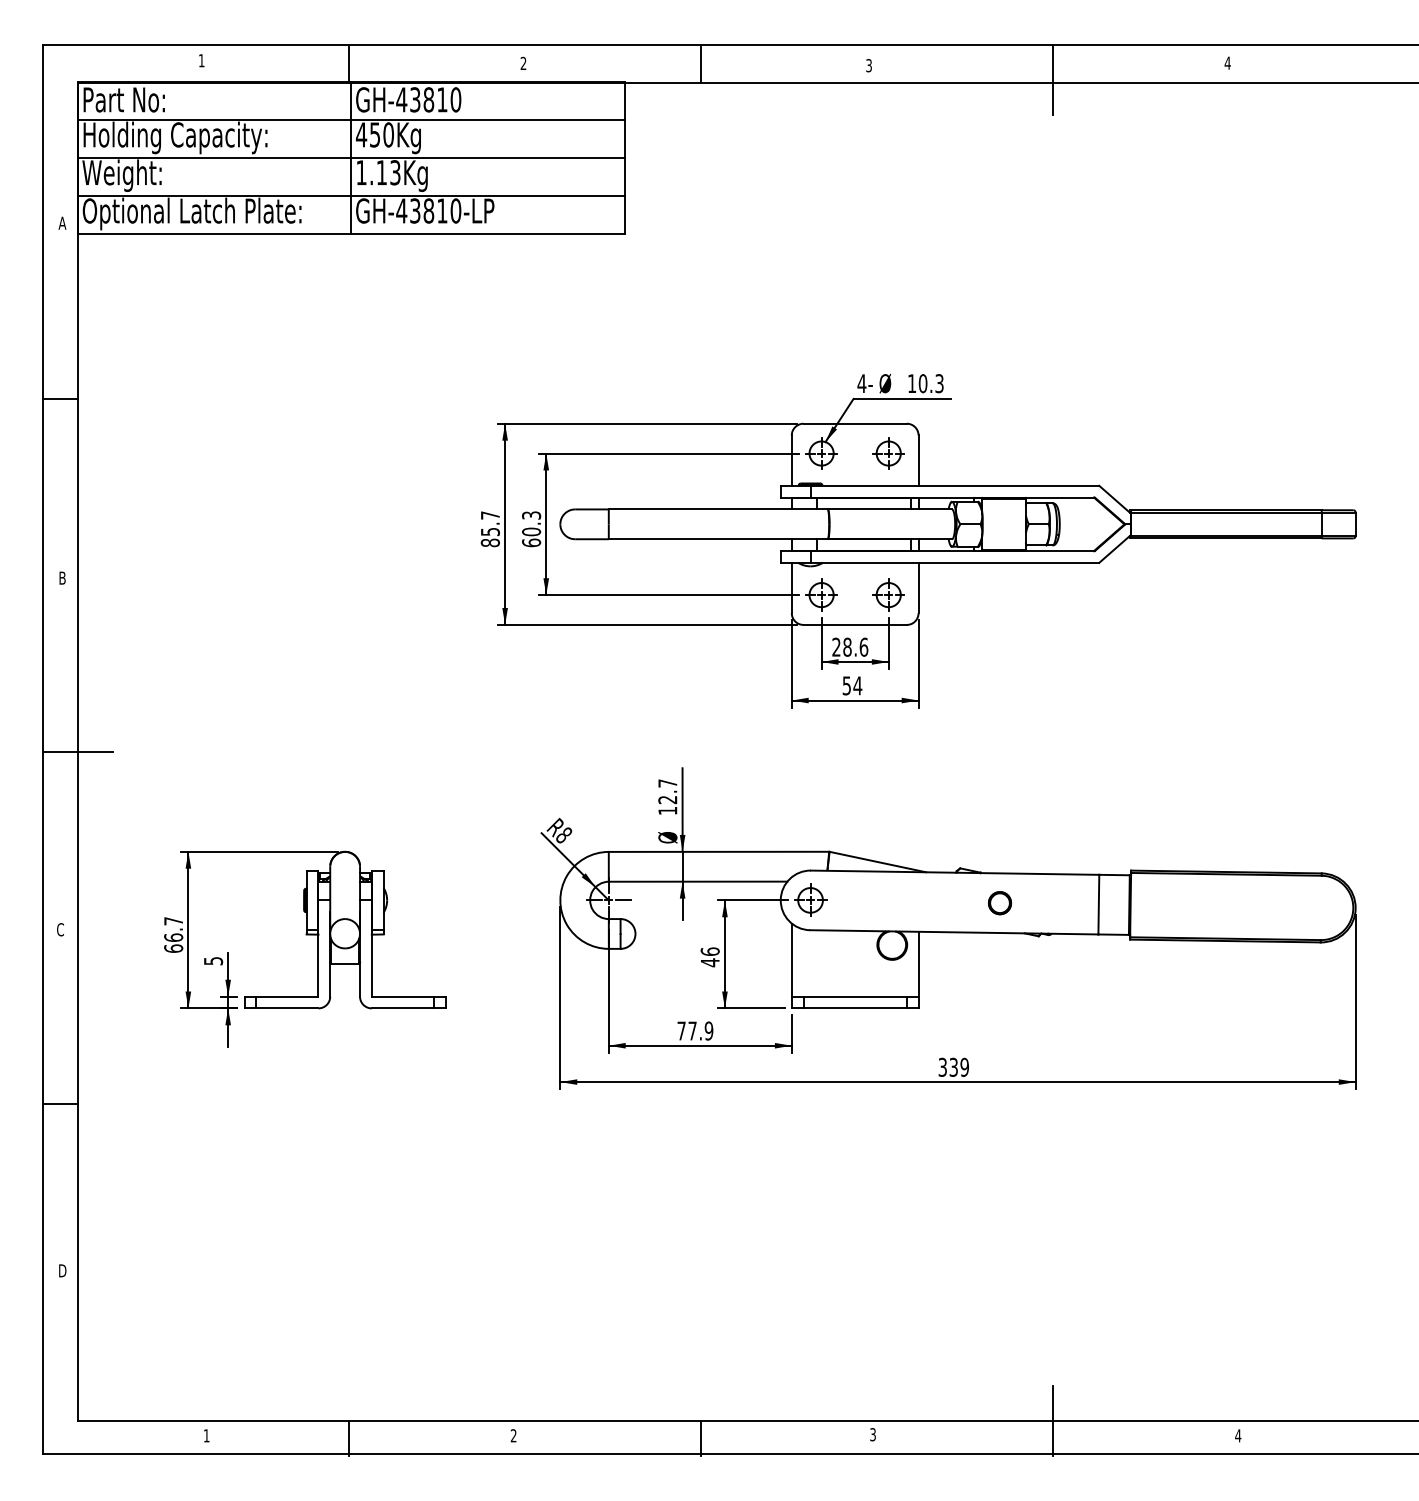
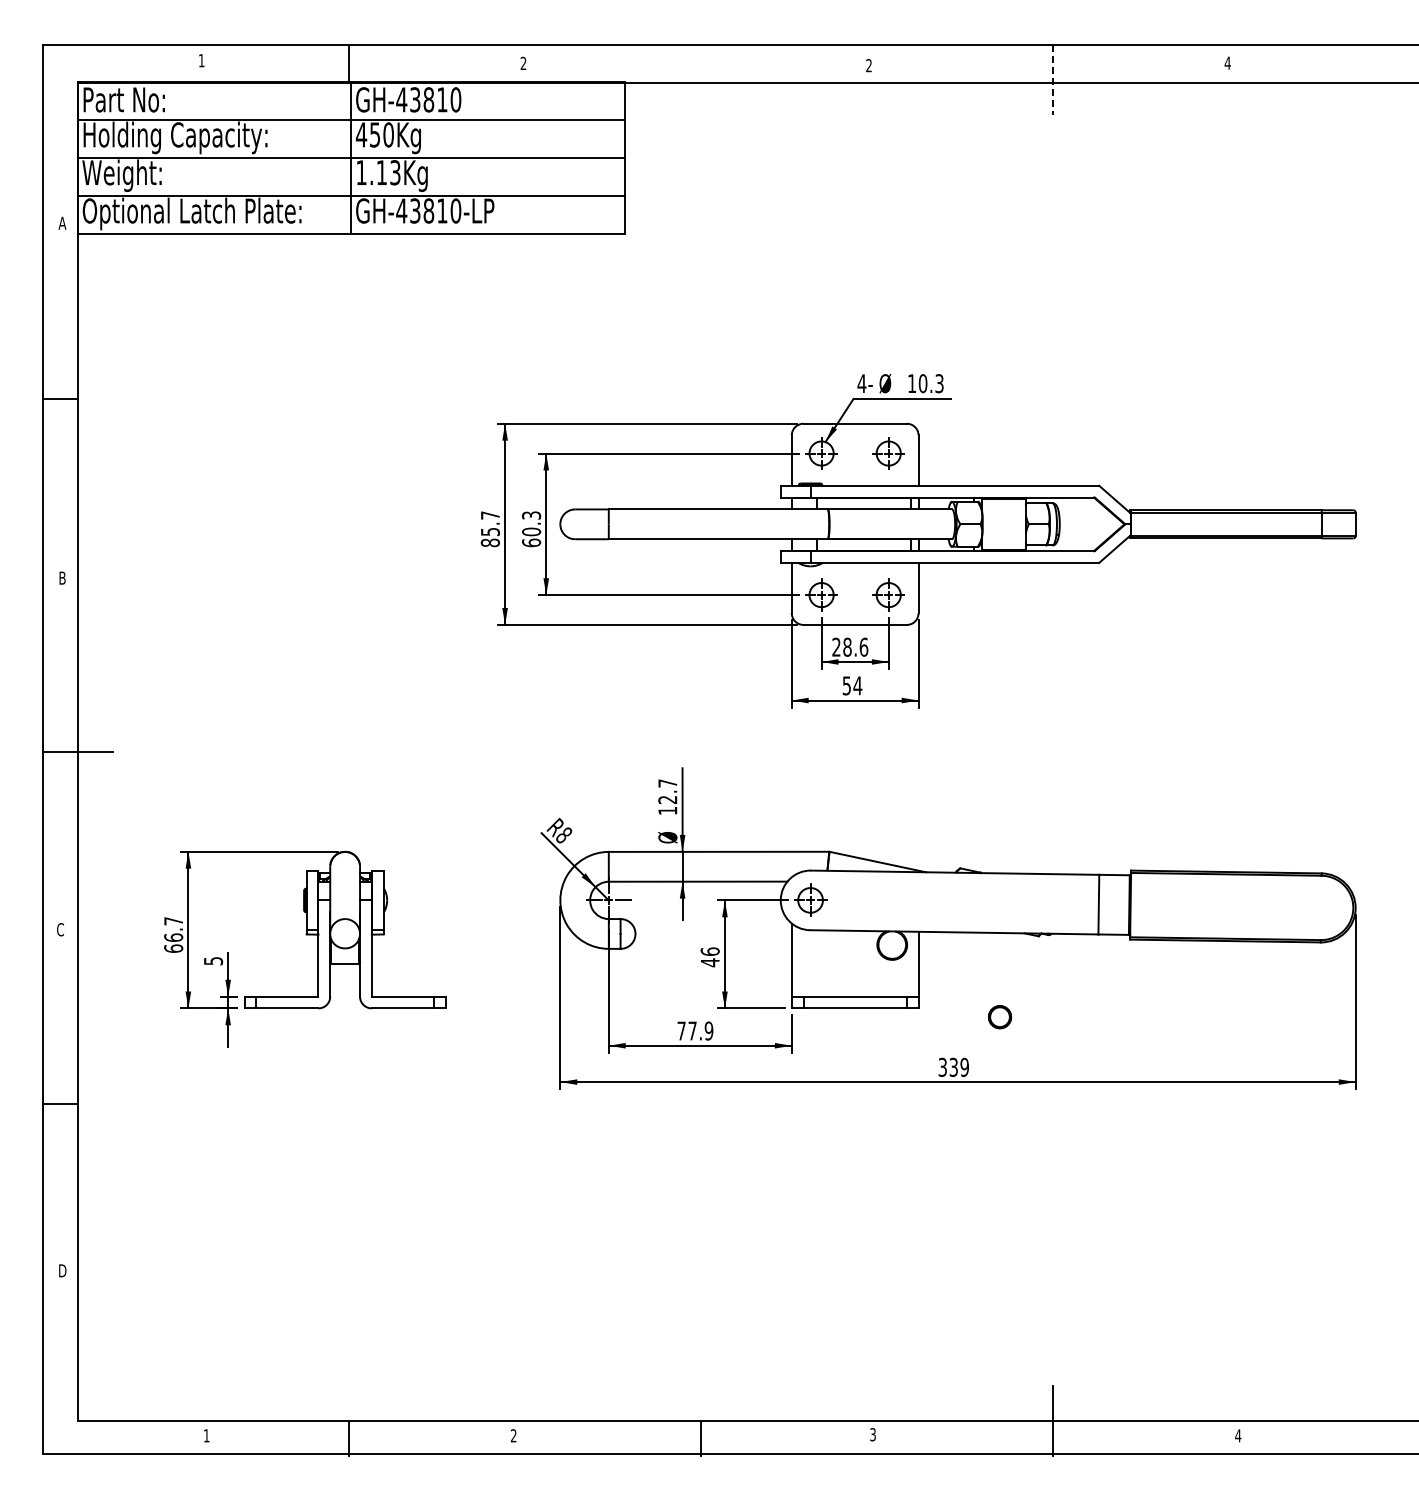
line at (701, 64): present -> none
text at (868, 65): 3 -> 2
line at (1053, 80): solid -> dashed
part at (1000, 903) position: (1000, 903) -> (1000, 1017)
